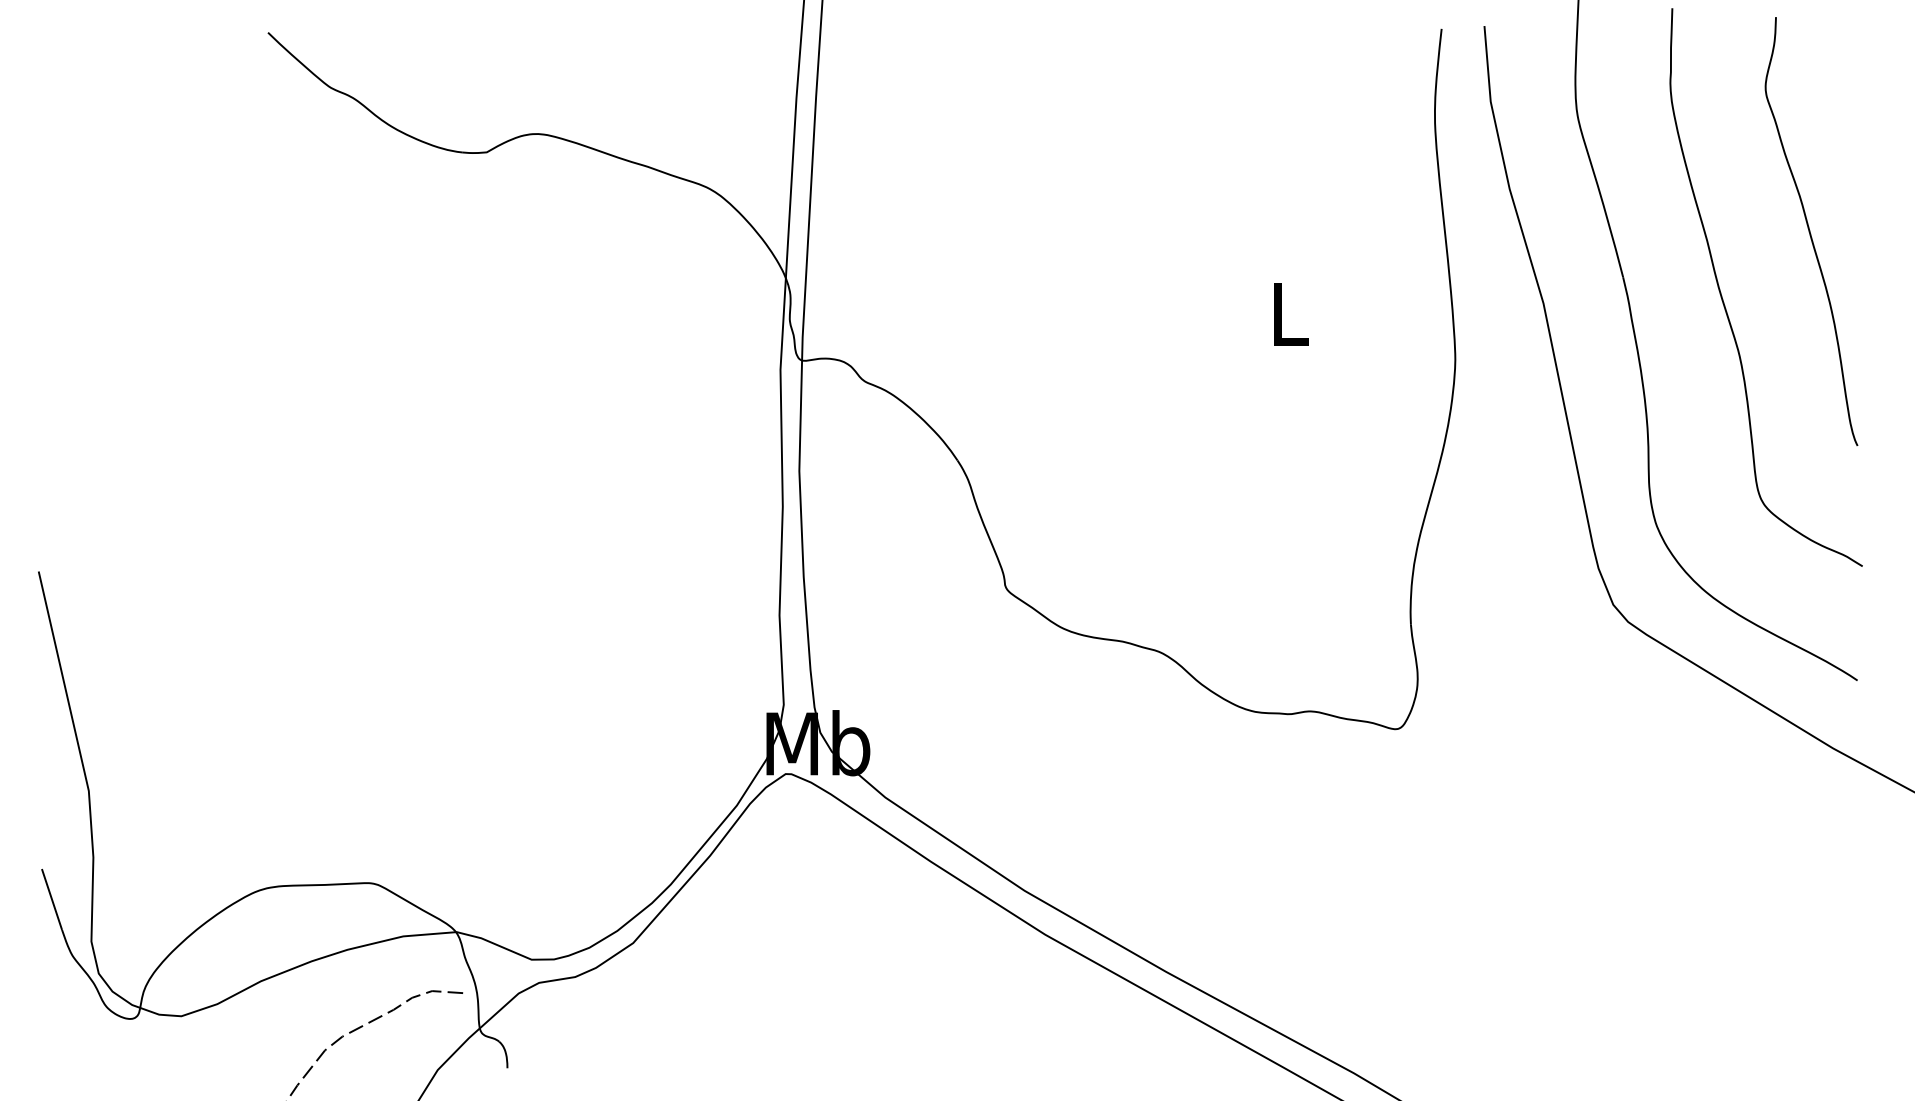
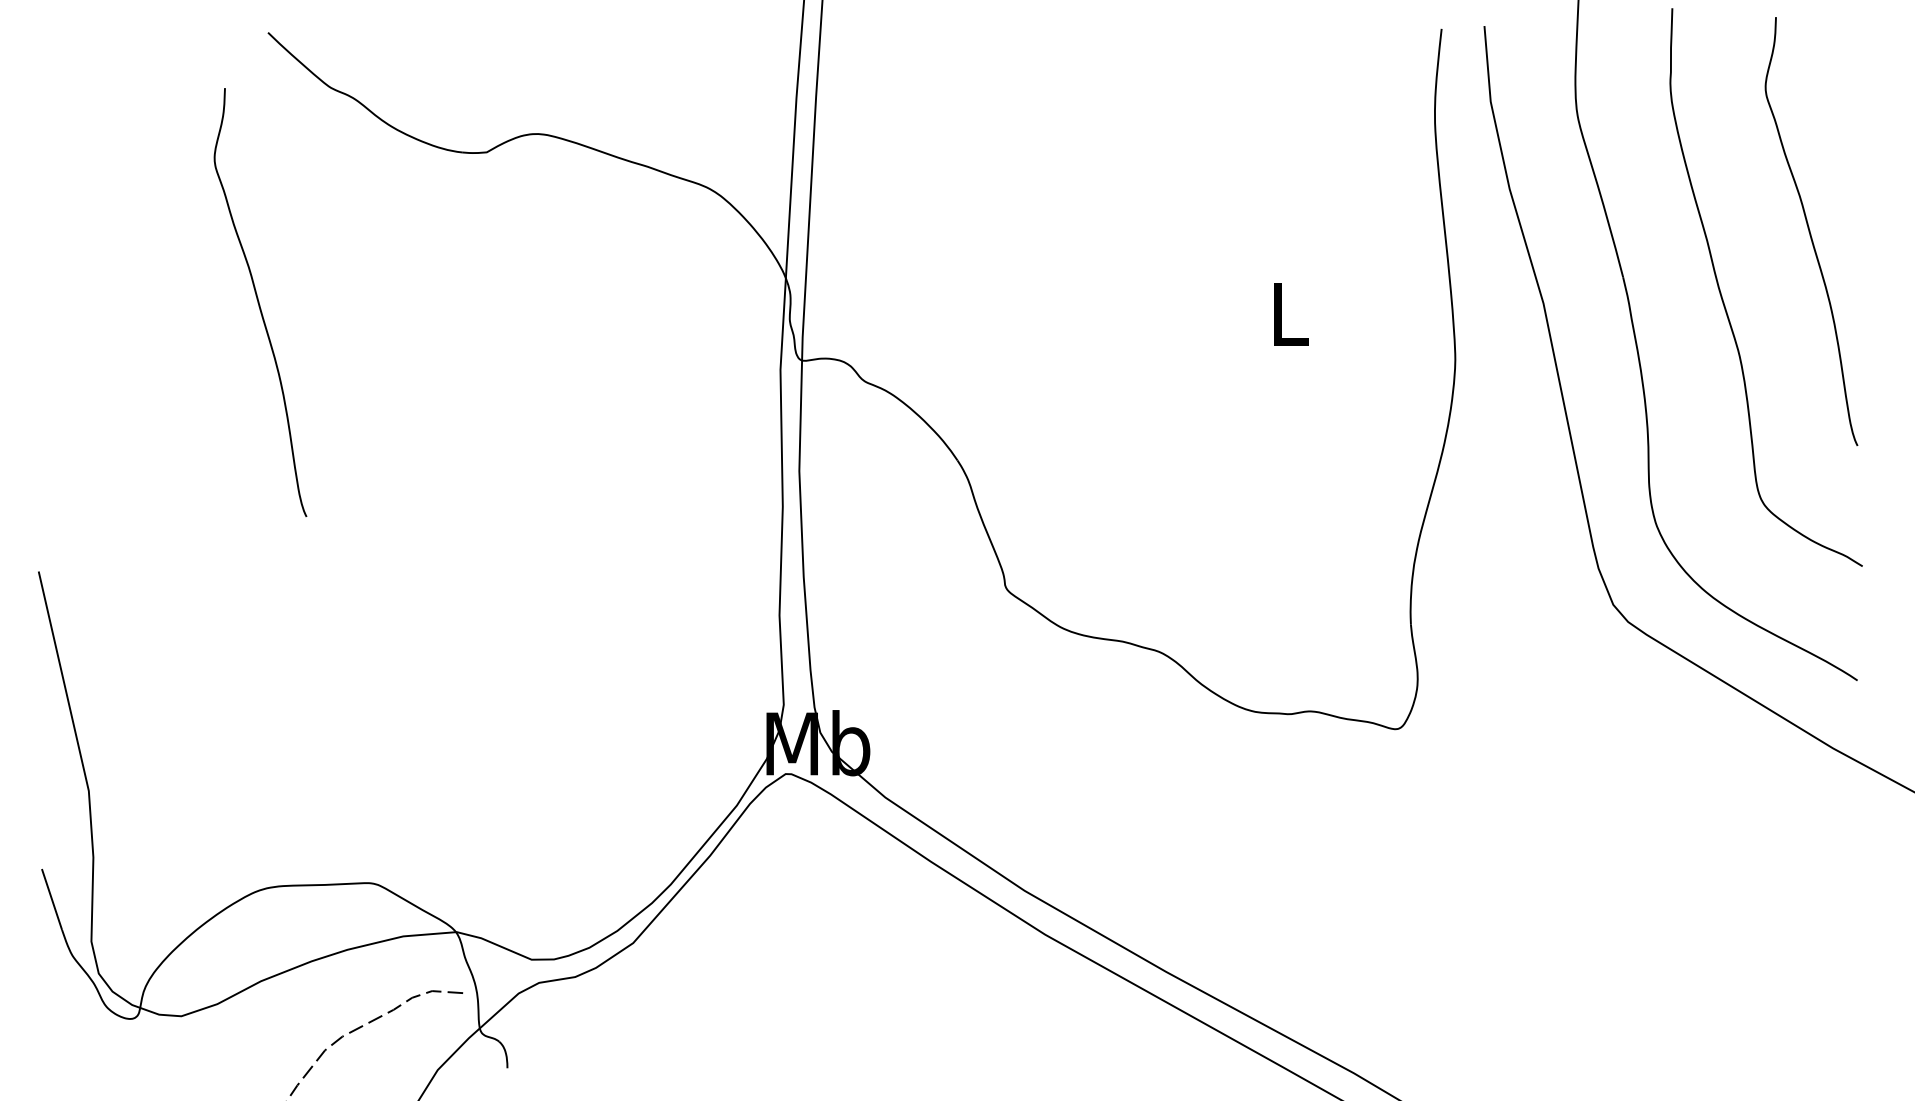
curve at (259, 302): none -> present
